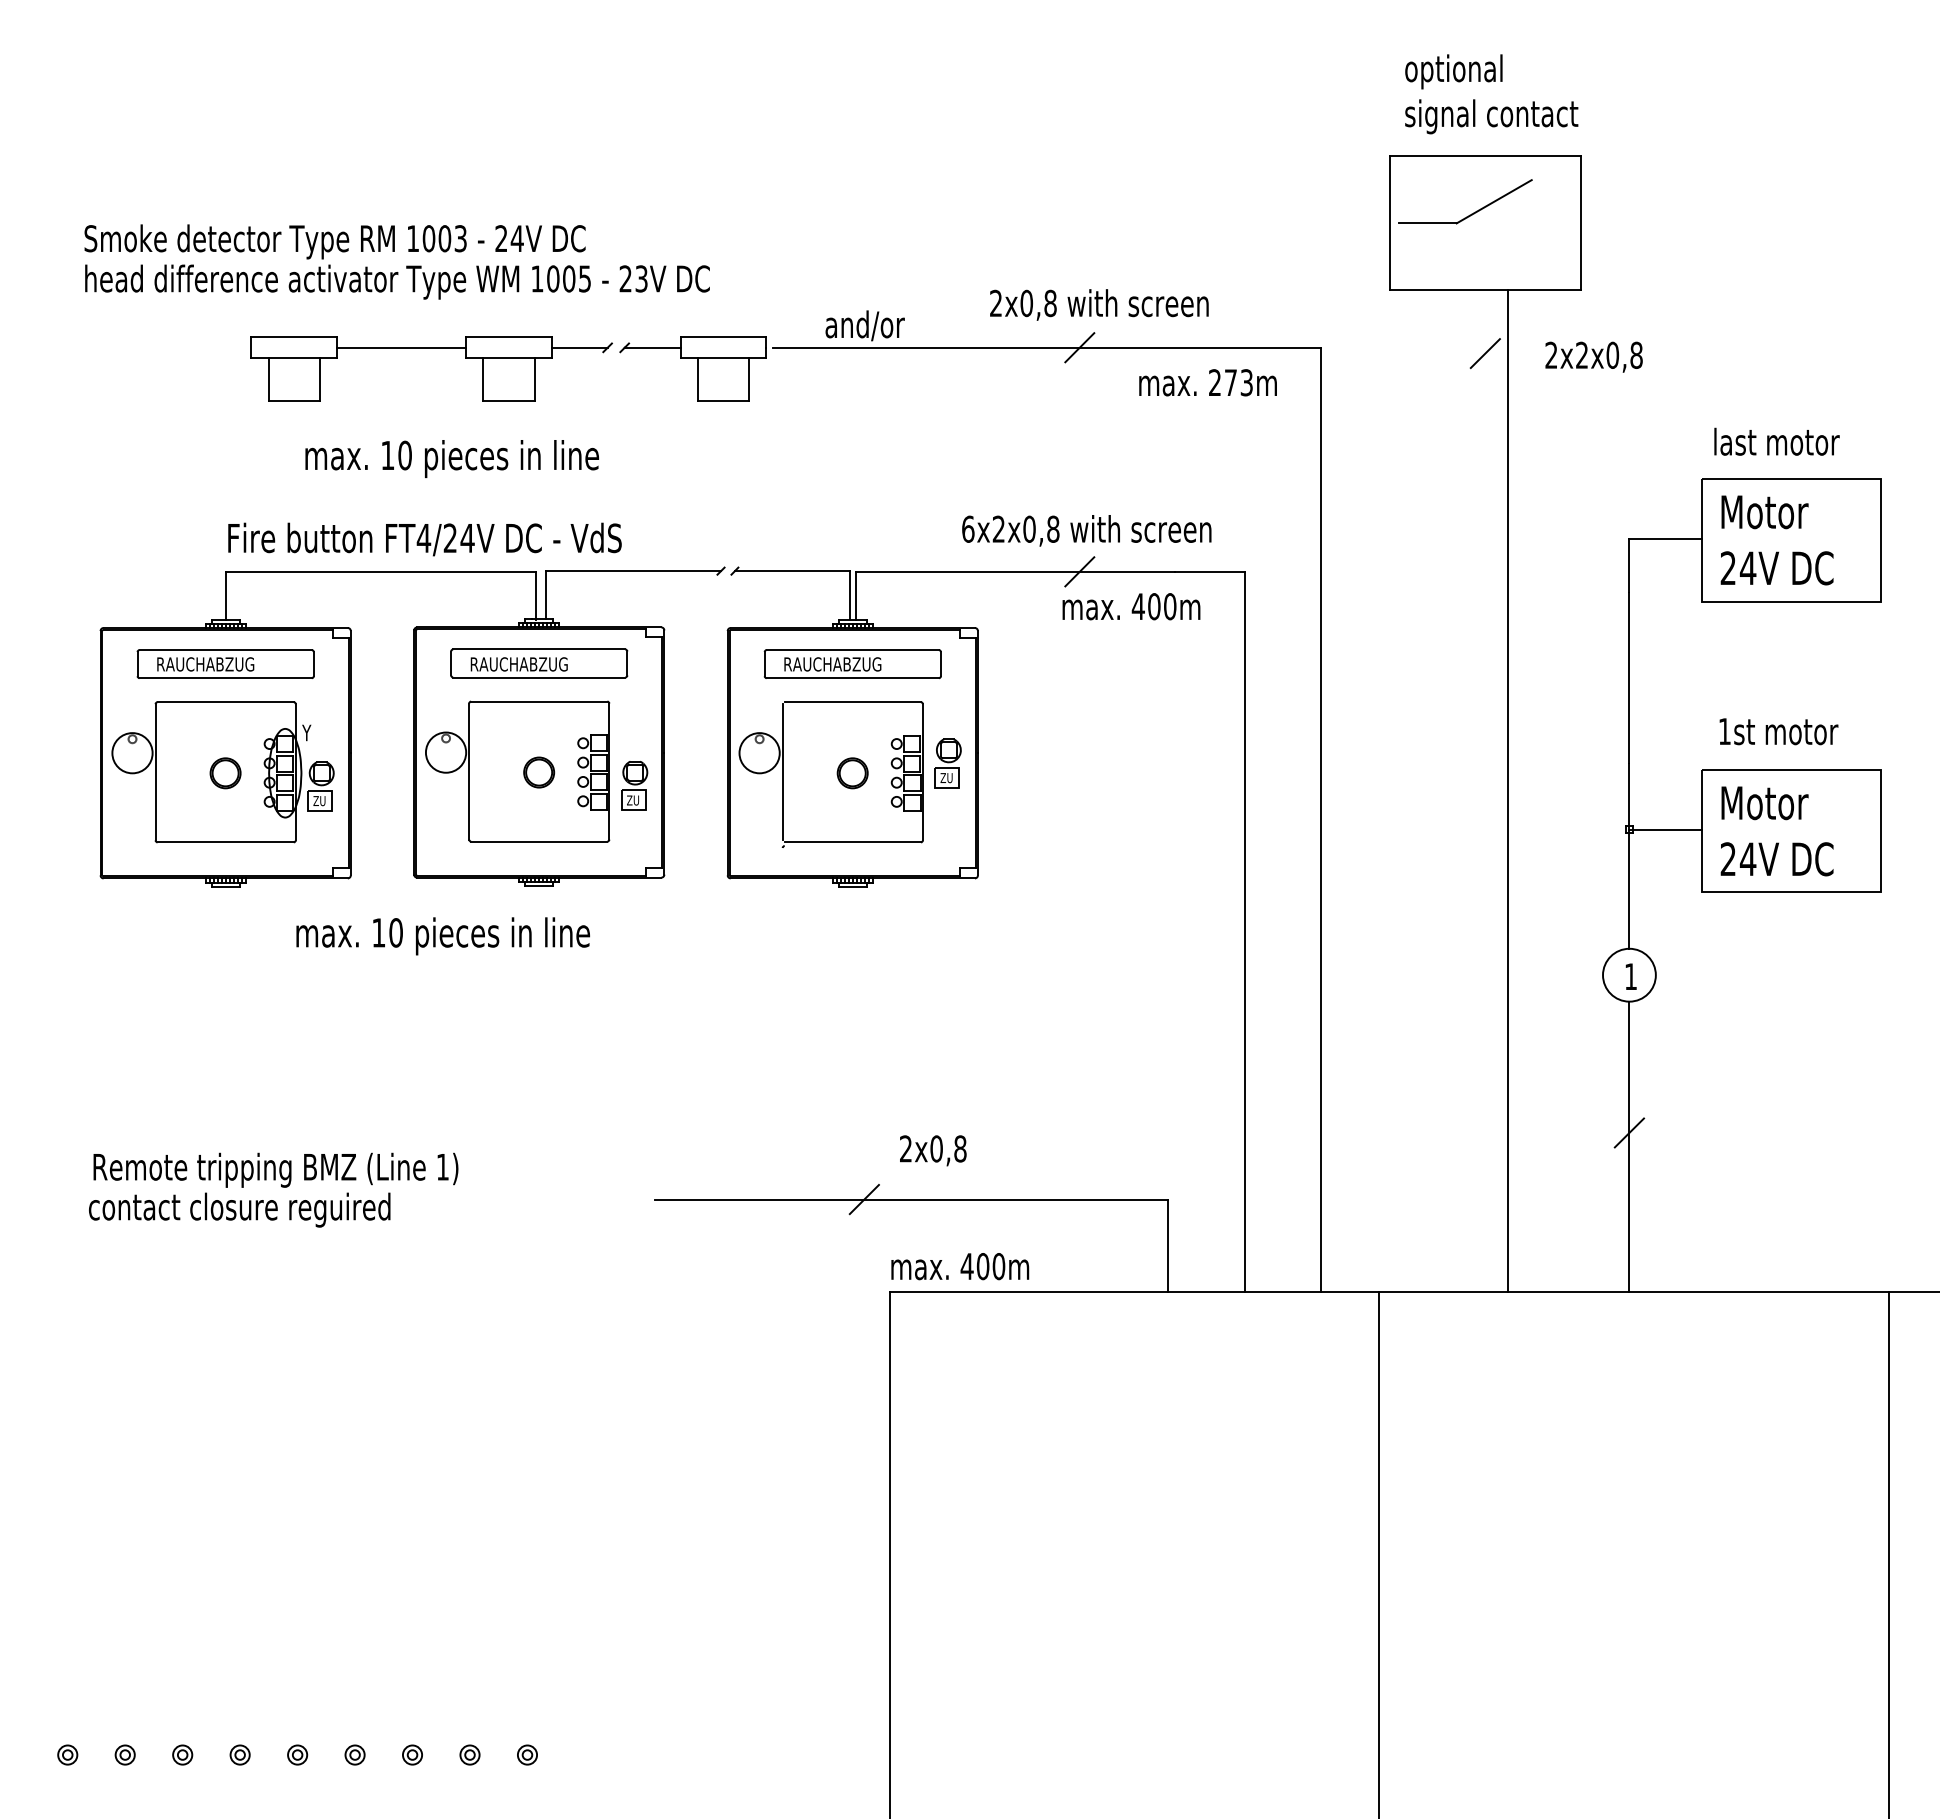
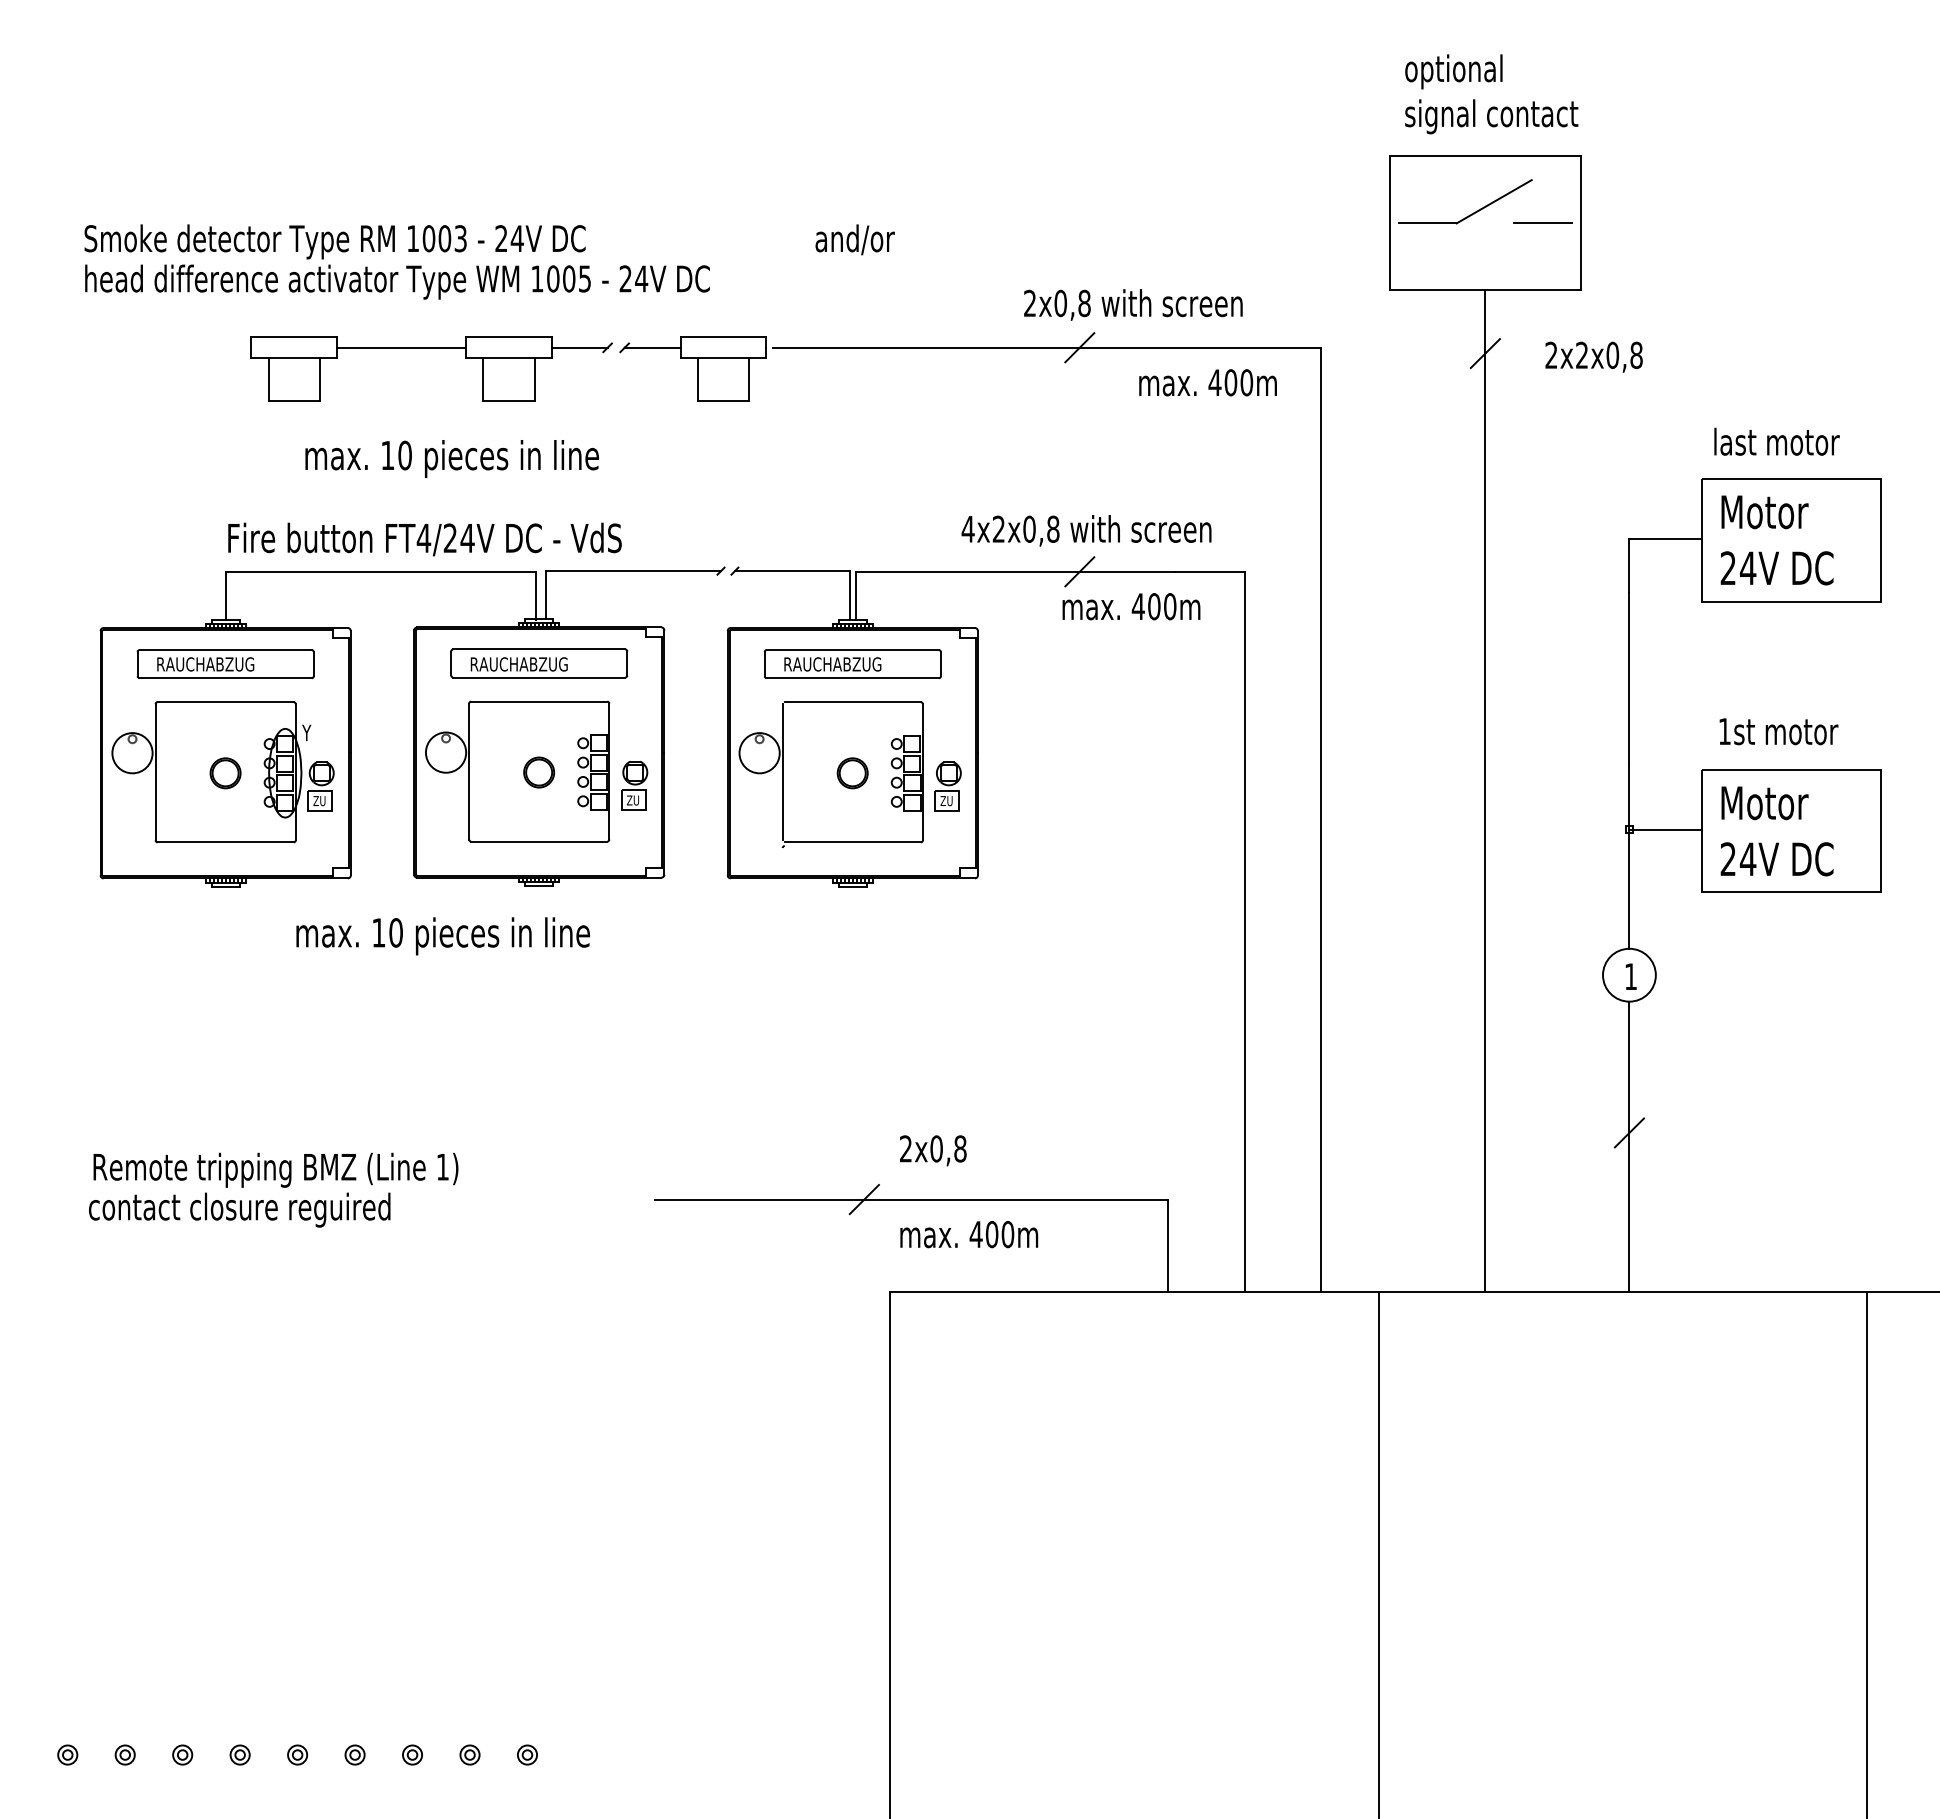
line at (1542, 223): none -> present
text at (641, 278): 23V -> 24V
text at (1099, 304) position: (1099, 304) -> (1133, 304)
text at (864, 325) position: (864, 325) -> (854, 239)
text at (1230, 382): 273m -> 400m
text at (967, 528): 6x2x0,8 -> 4x2x0,8
part at (947, 763) position: (947, 763) -> (947, 786)
line at (1508, 791) position: (1508, 791) -> (1485, 791)
text at (960, 1266) position: (960, 1266) -> (969, 1234)
line at (1889, 1553) position: (1889, 1553) -> (1867, 1553)
